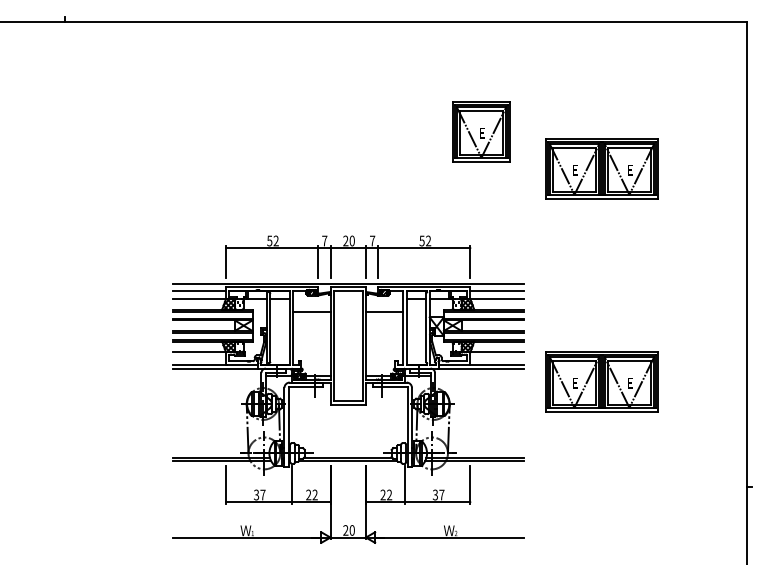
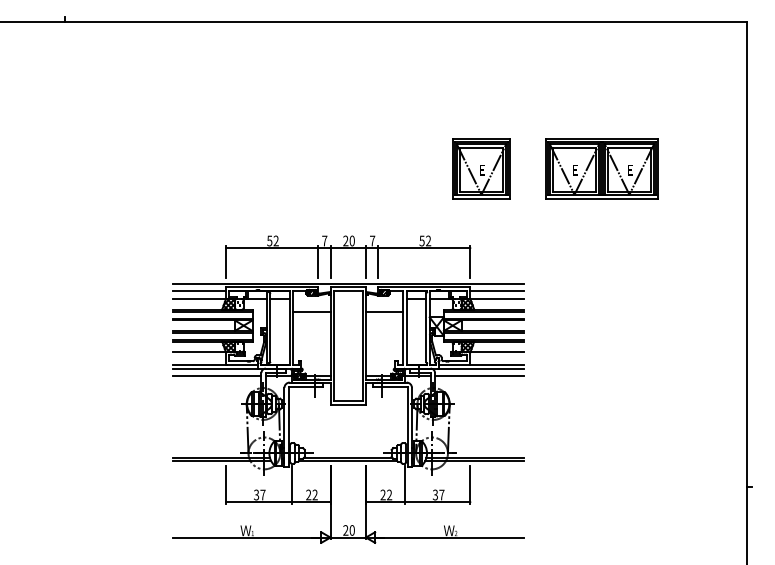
part at (481, 131) position: (481, 131) -> (481, 168)
line at (216, 375): none -> present
line at (479, 375): none -> present
part at (601, 381): present -> none
